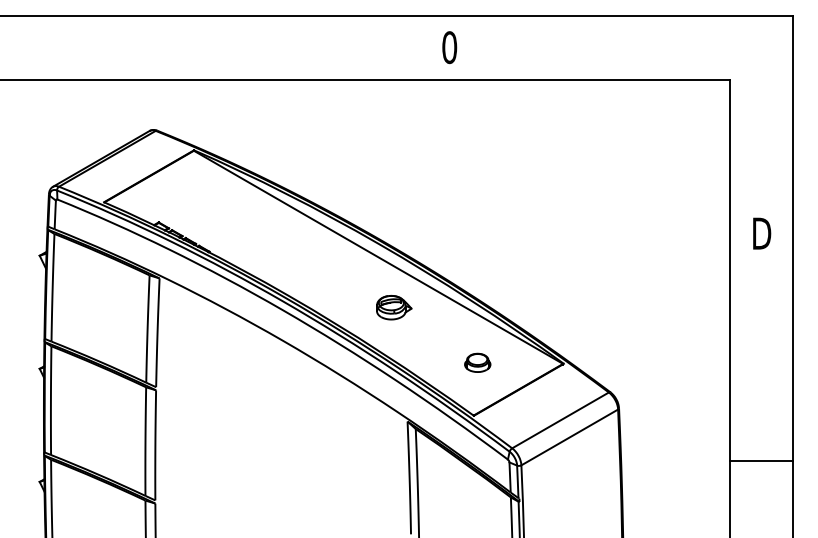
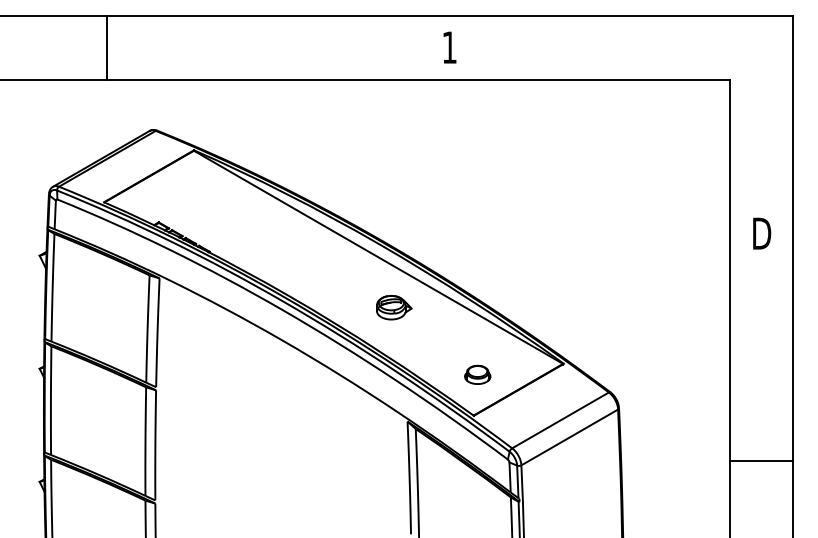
line at (106, 47): none -> present
text at (449, 47): 0 -> 1
part at (477, 362) position: (477, 362) -> (477, 374)
